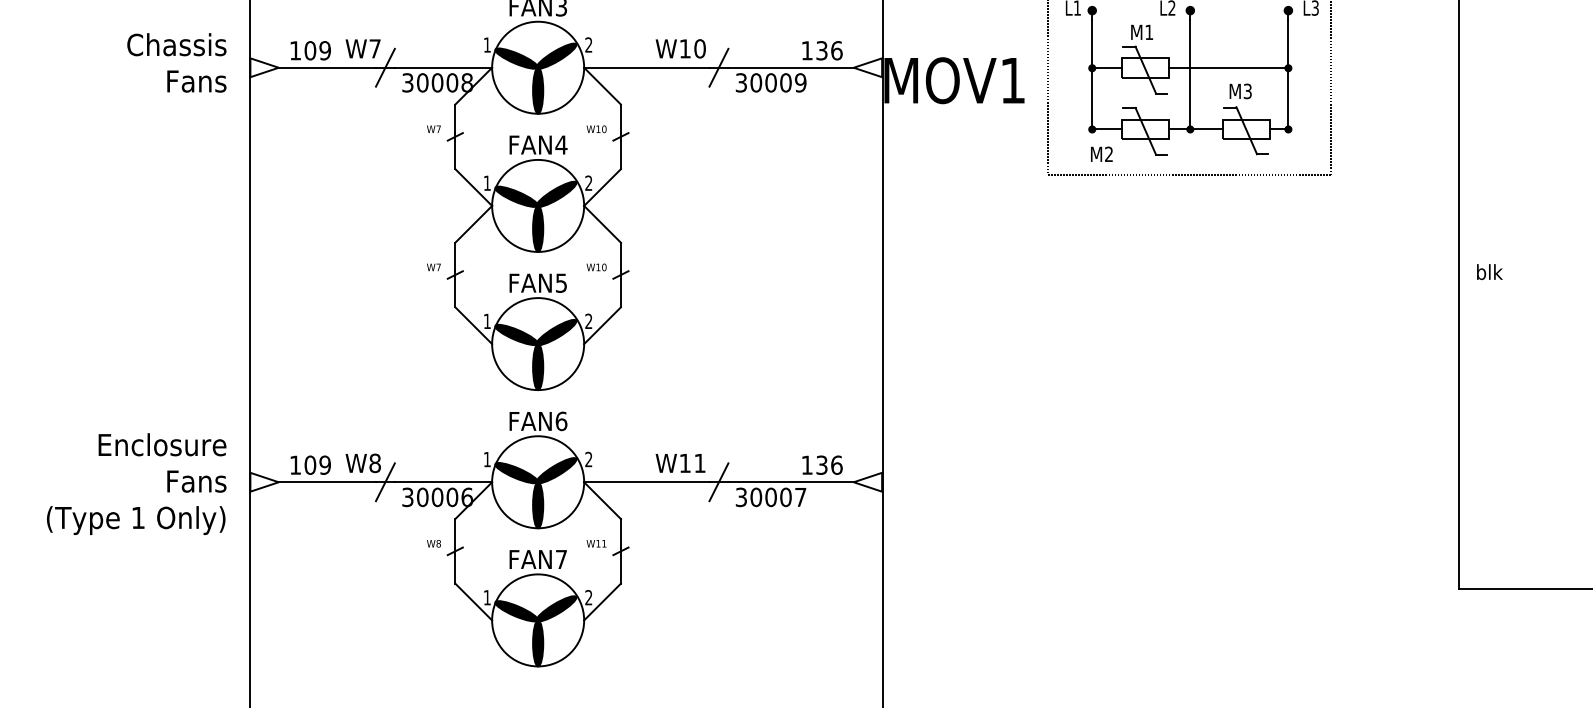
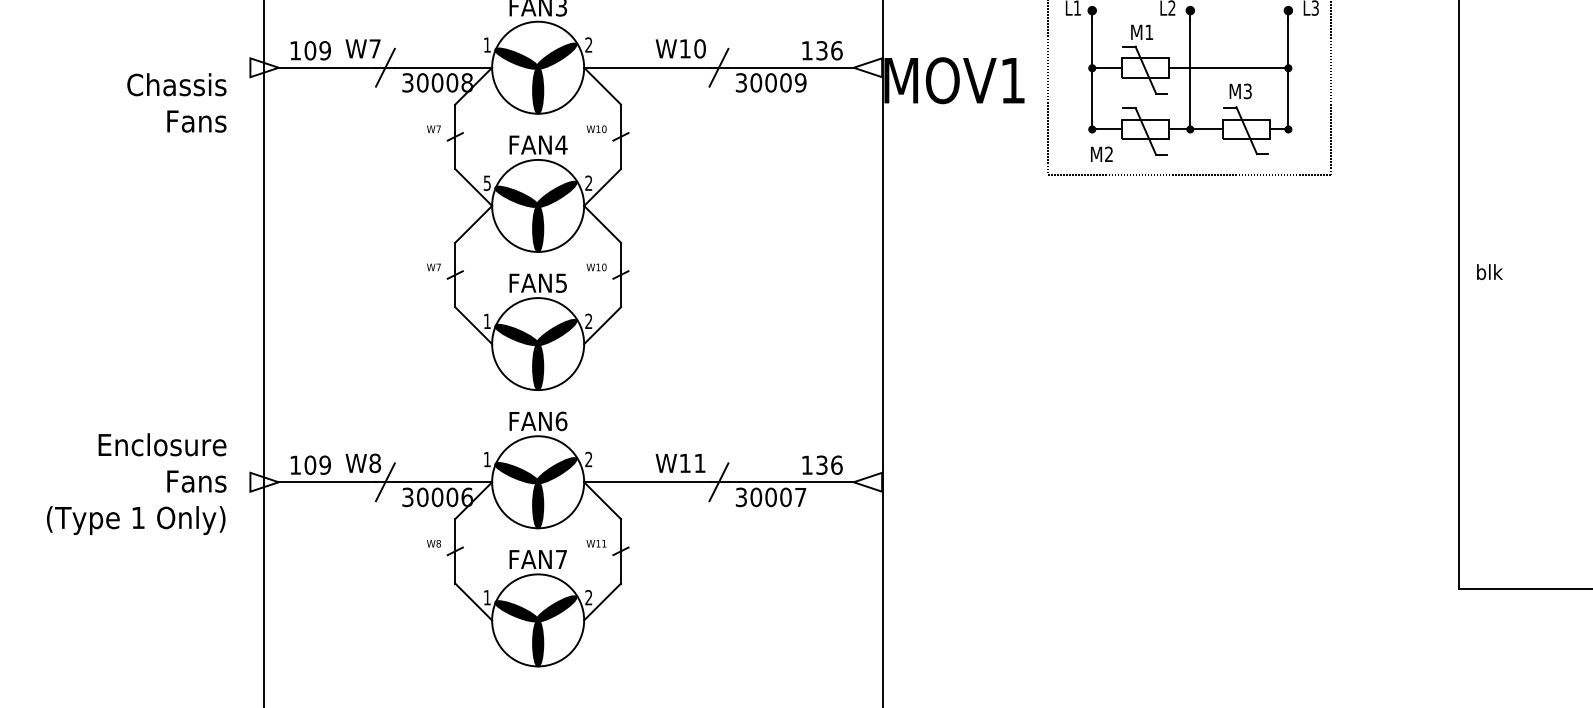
text at (176, 62) position: (176, 62) -> (176, 102)
text at (486, 183): 1 -> 5
line at (250, 353) position: (250, 353) -> (264, 353)
